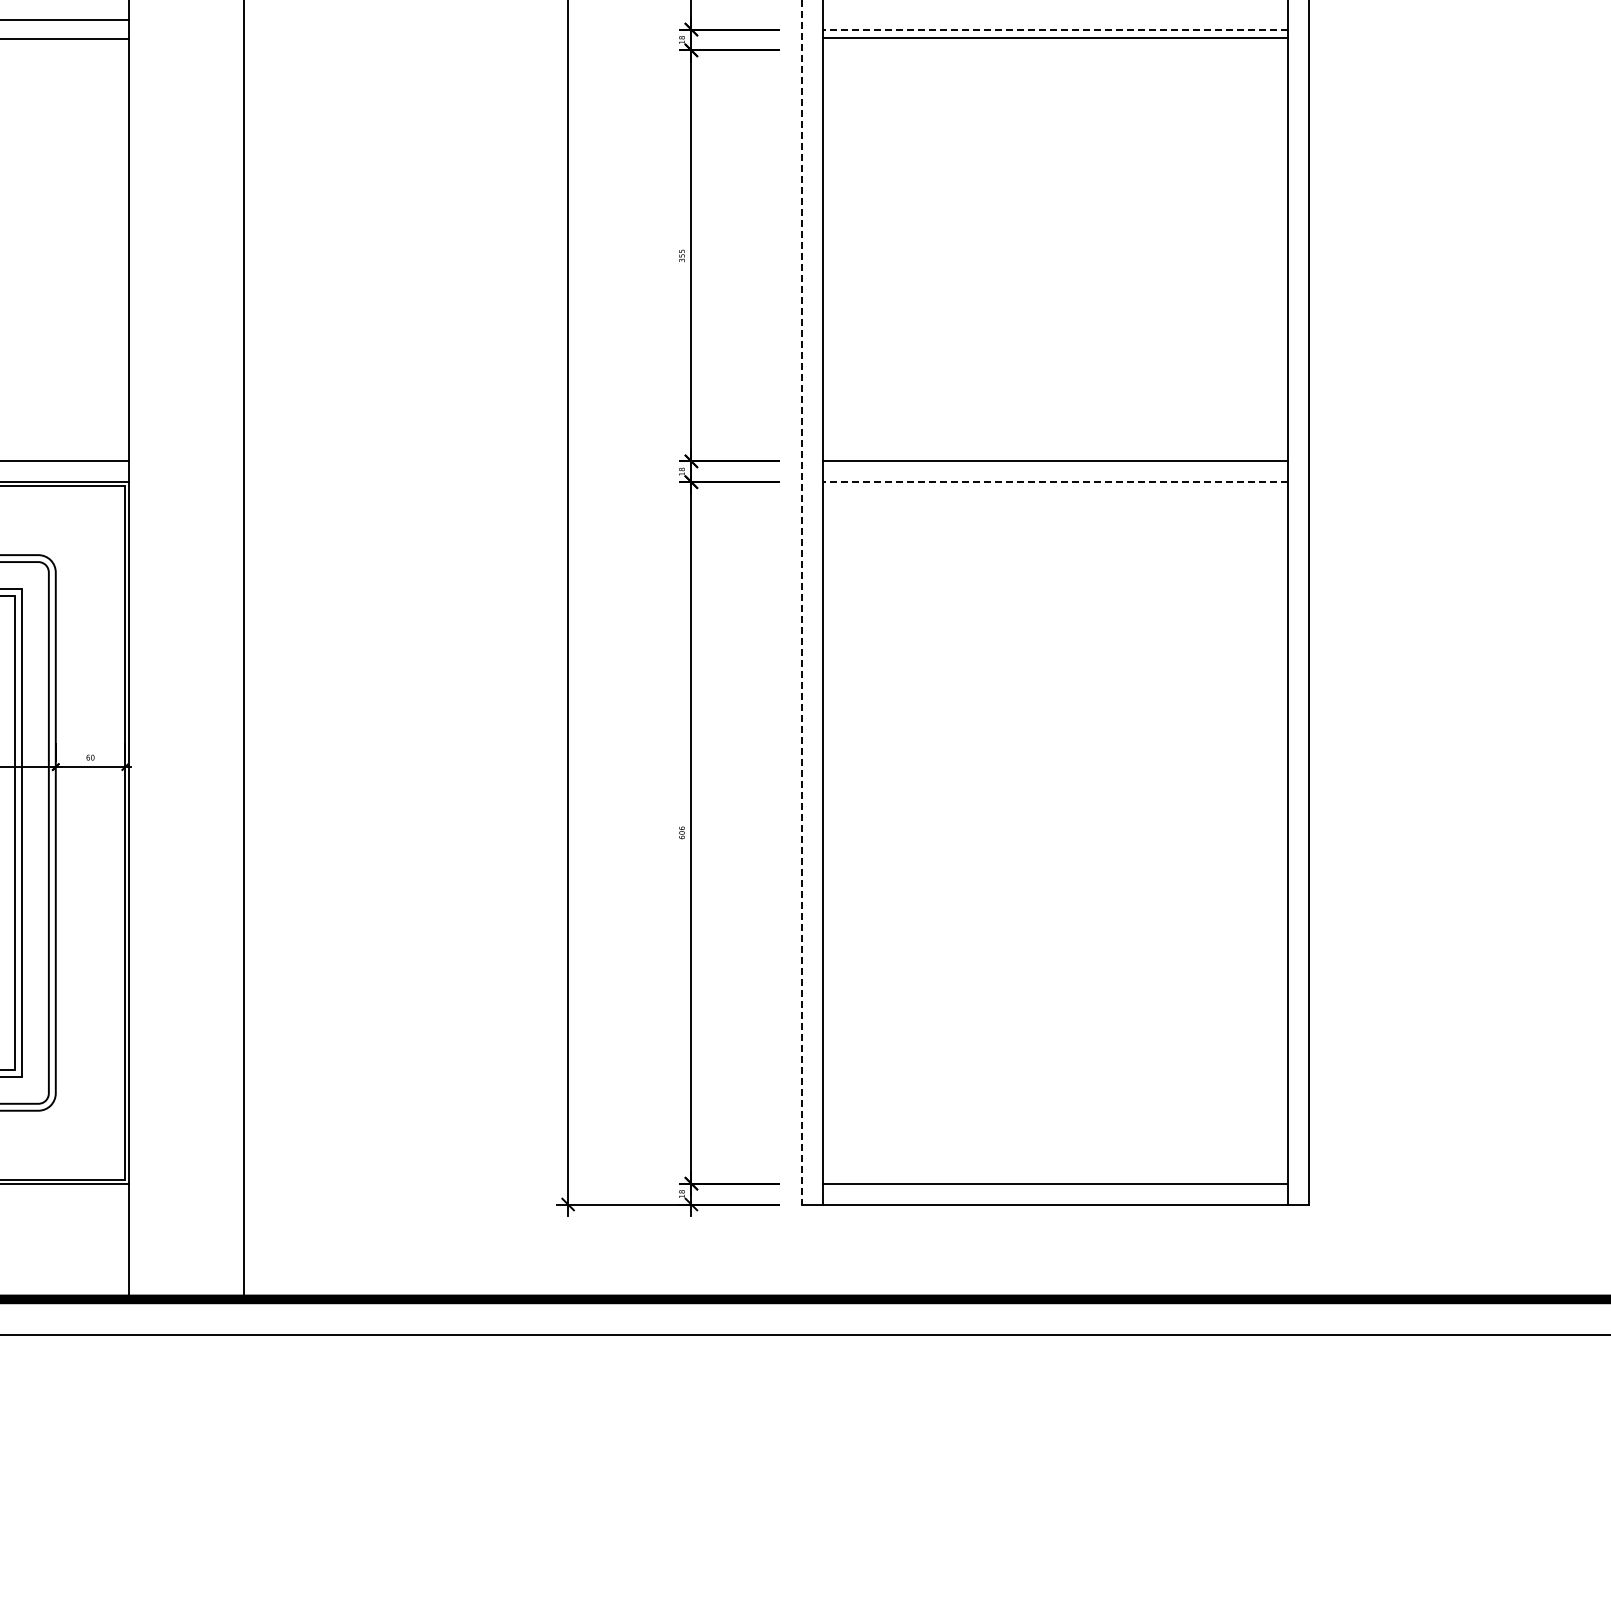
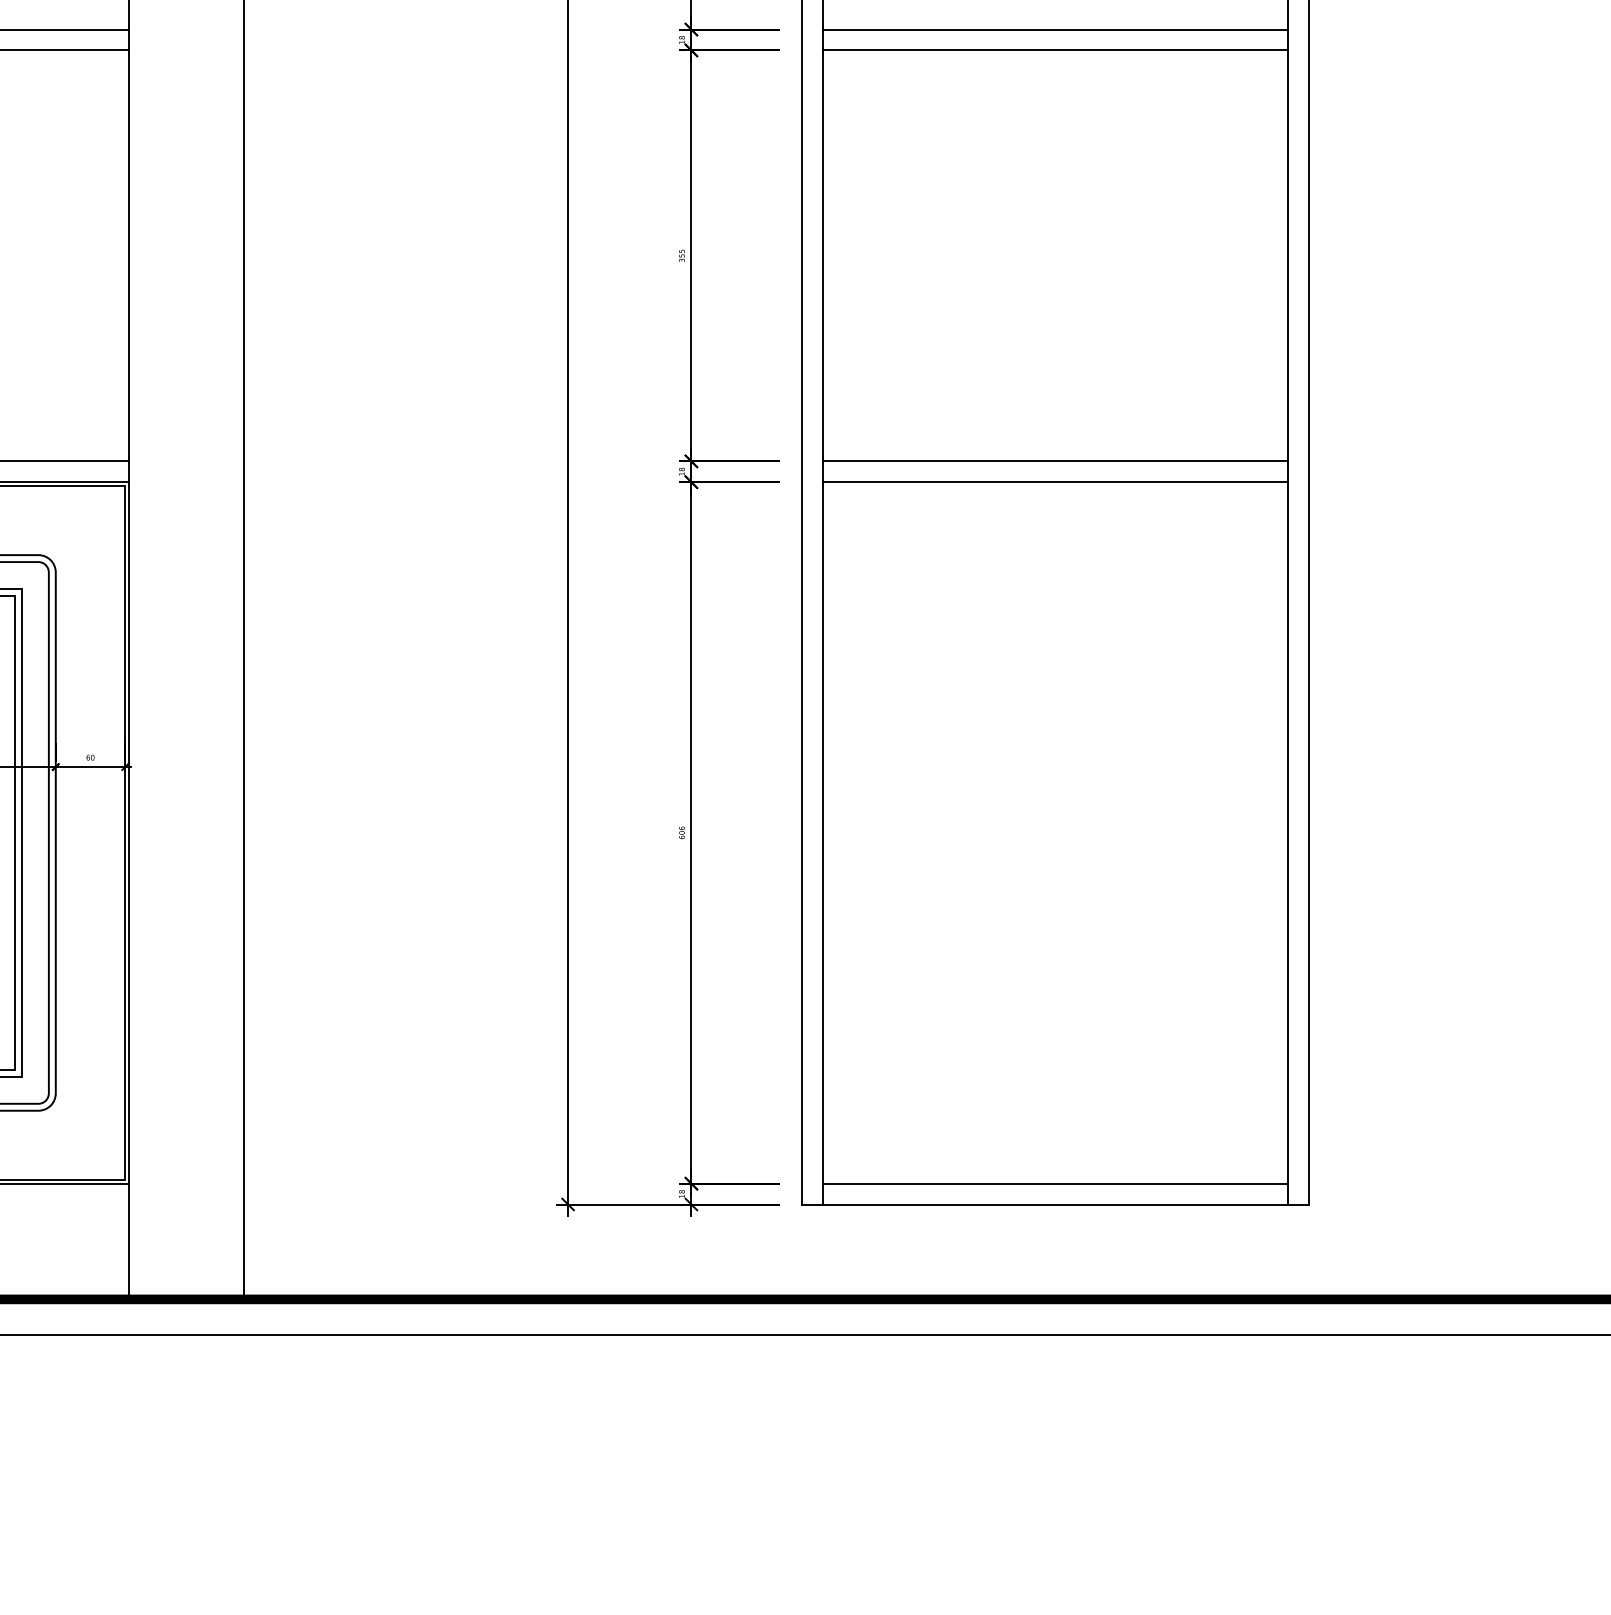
line at (65, 19) position: (65, 19) -> (65, 29)
line at (1055, 29): dashed -> solid
line at (1055, 38) position: (1055, 38) -> (1055, 50)
line at (65, 39) position: (65, 39) -> (65, 50)
line at (1055, 482): dashed -> solid
line at (802, 602): dashed -> solid
